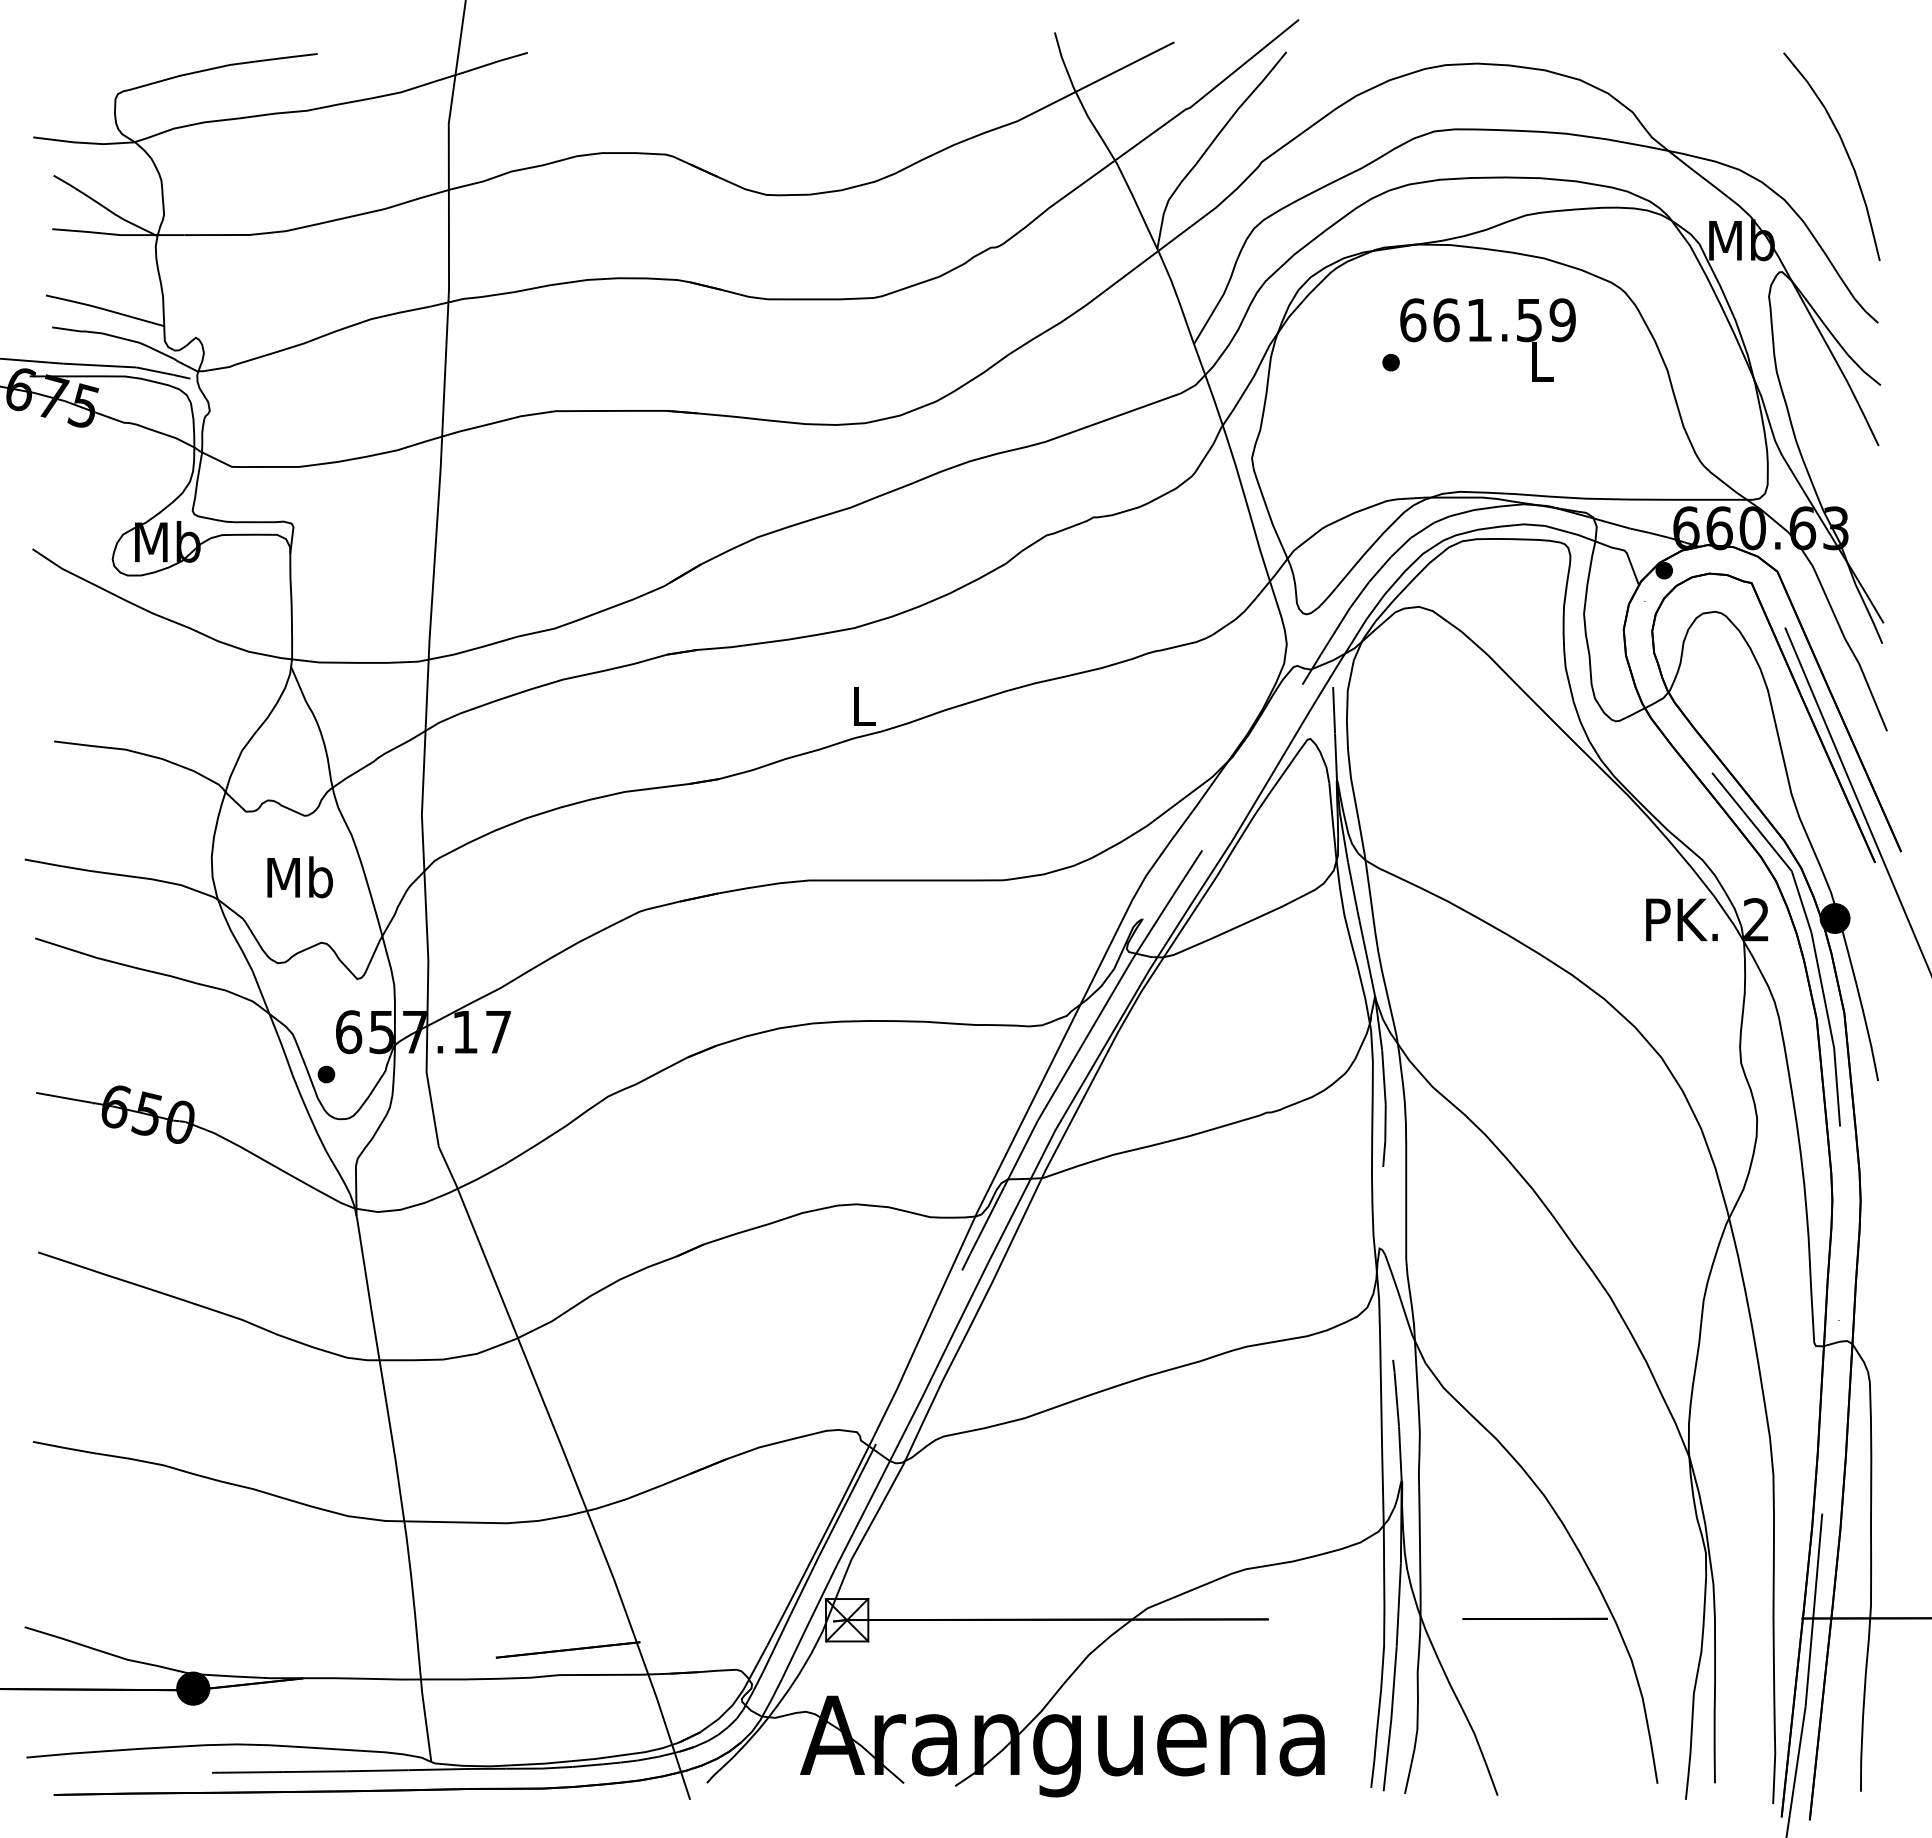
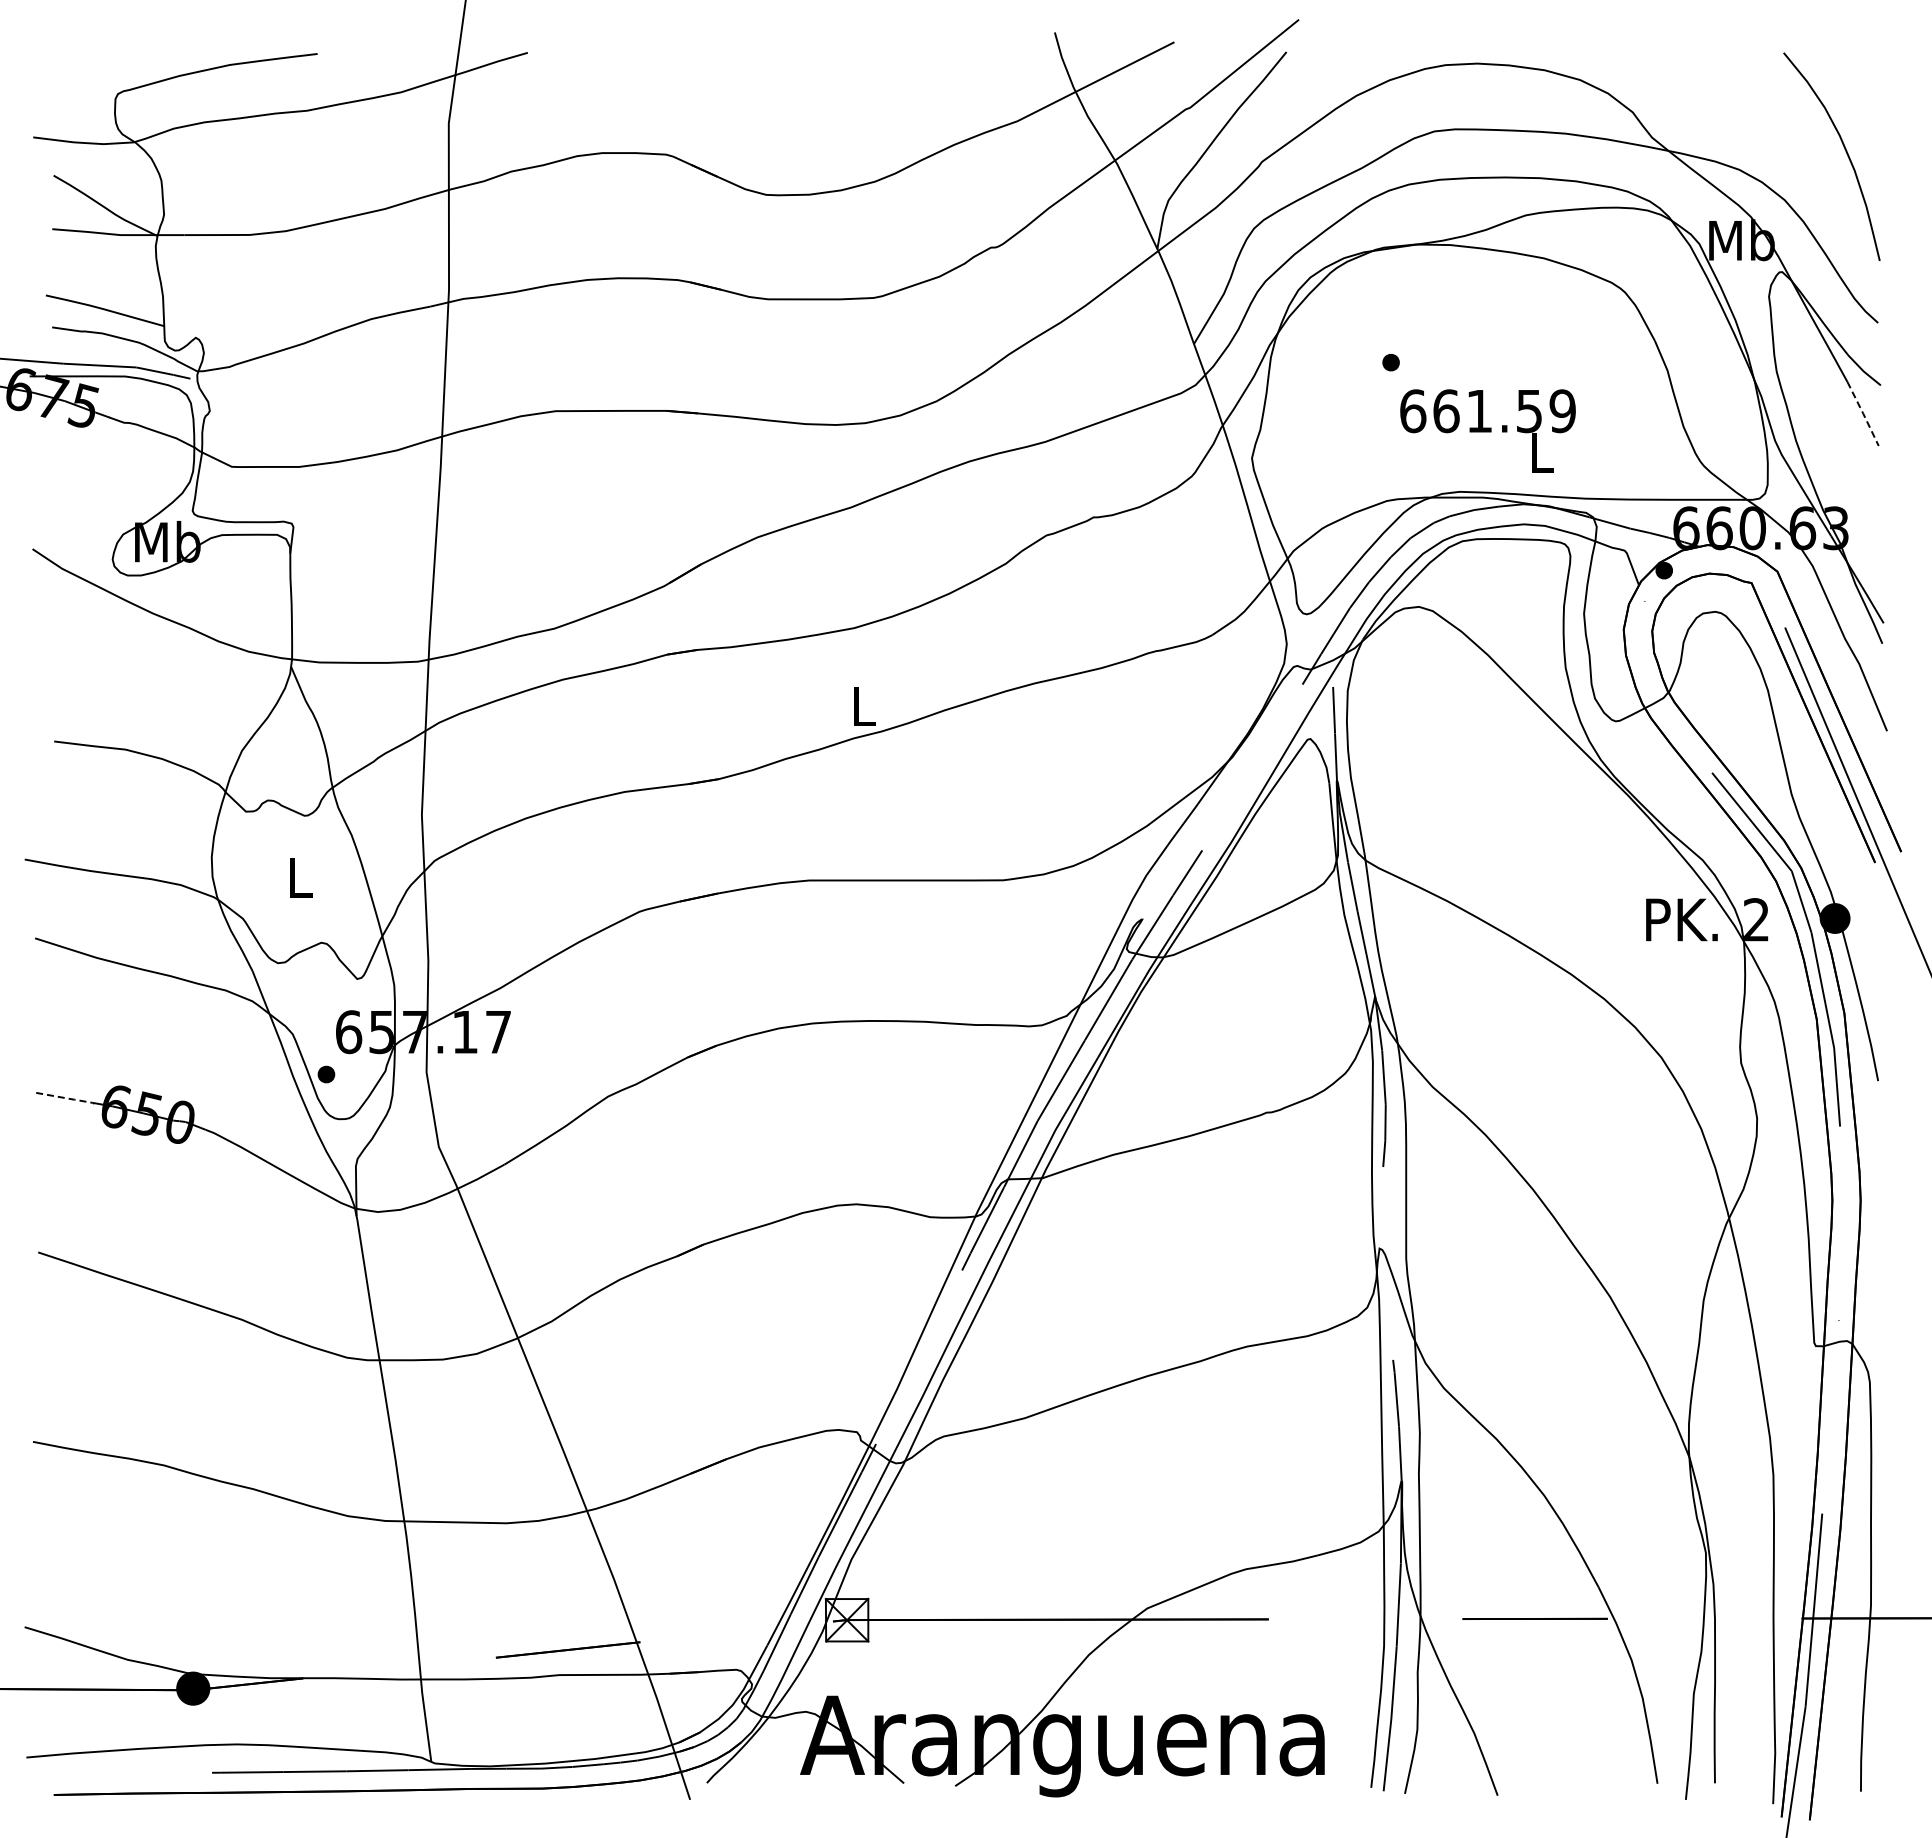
text at (1487, 339) position: (1487, 339) -> (1487, 430)
line at (1863, 413): solid -> dashed
text at (300, 877): Mb -> L
line at (65, 1098): solid -> dashed
